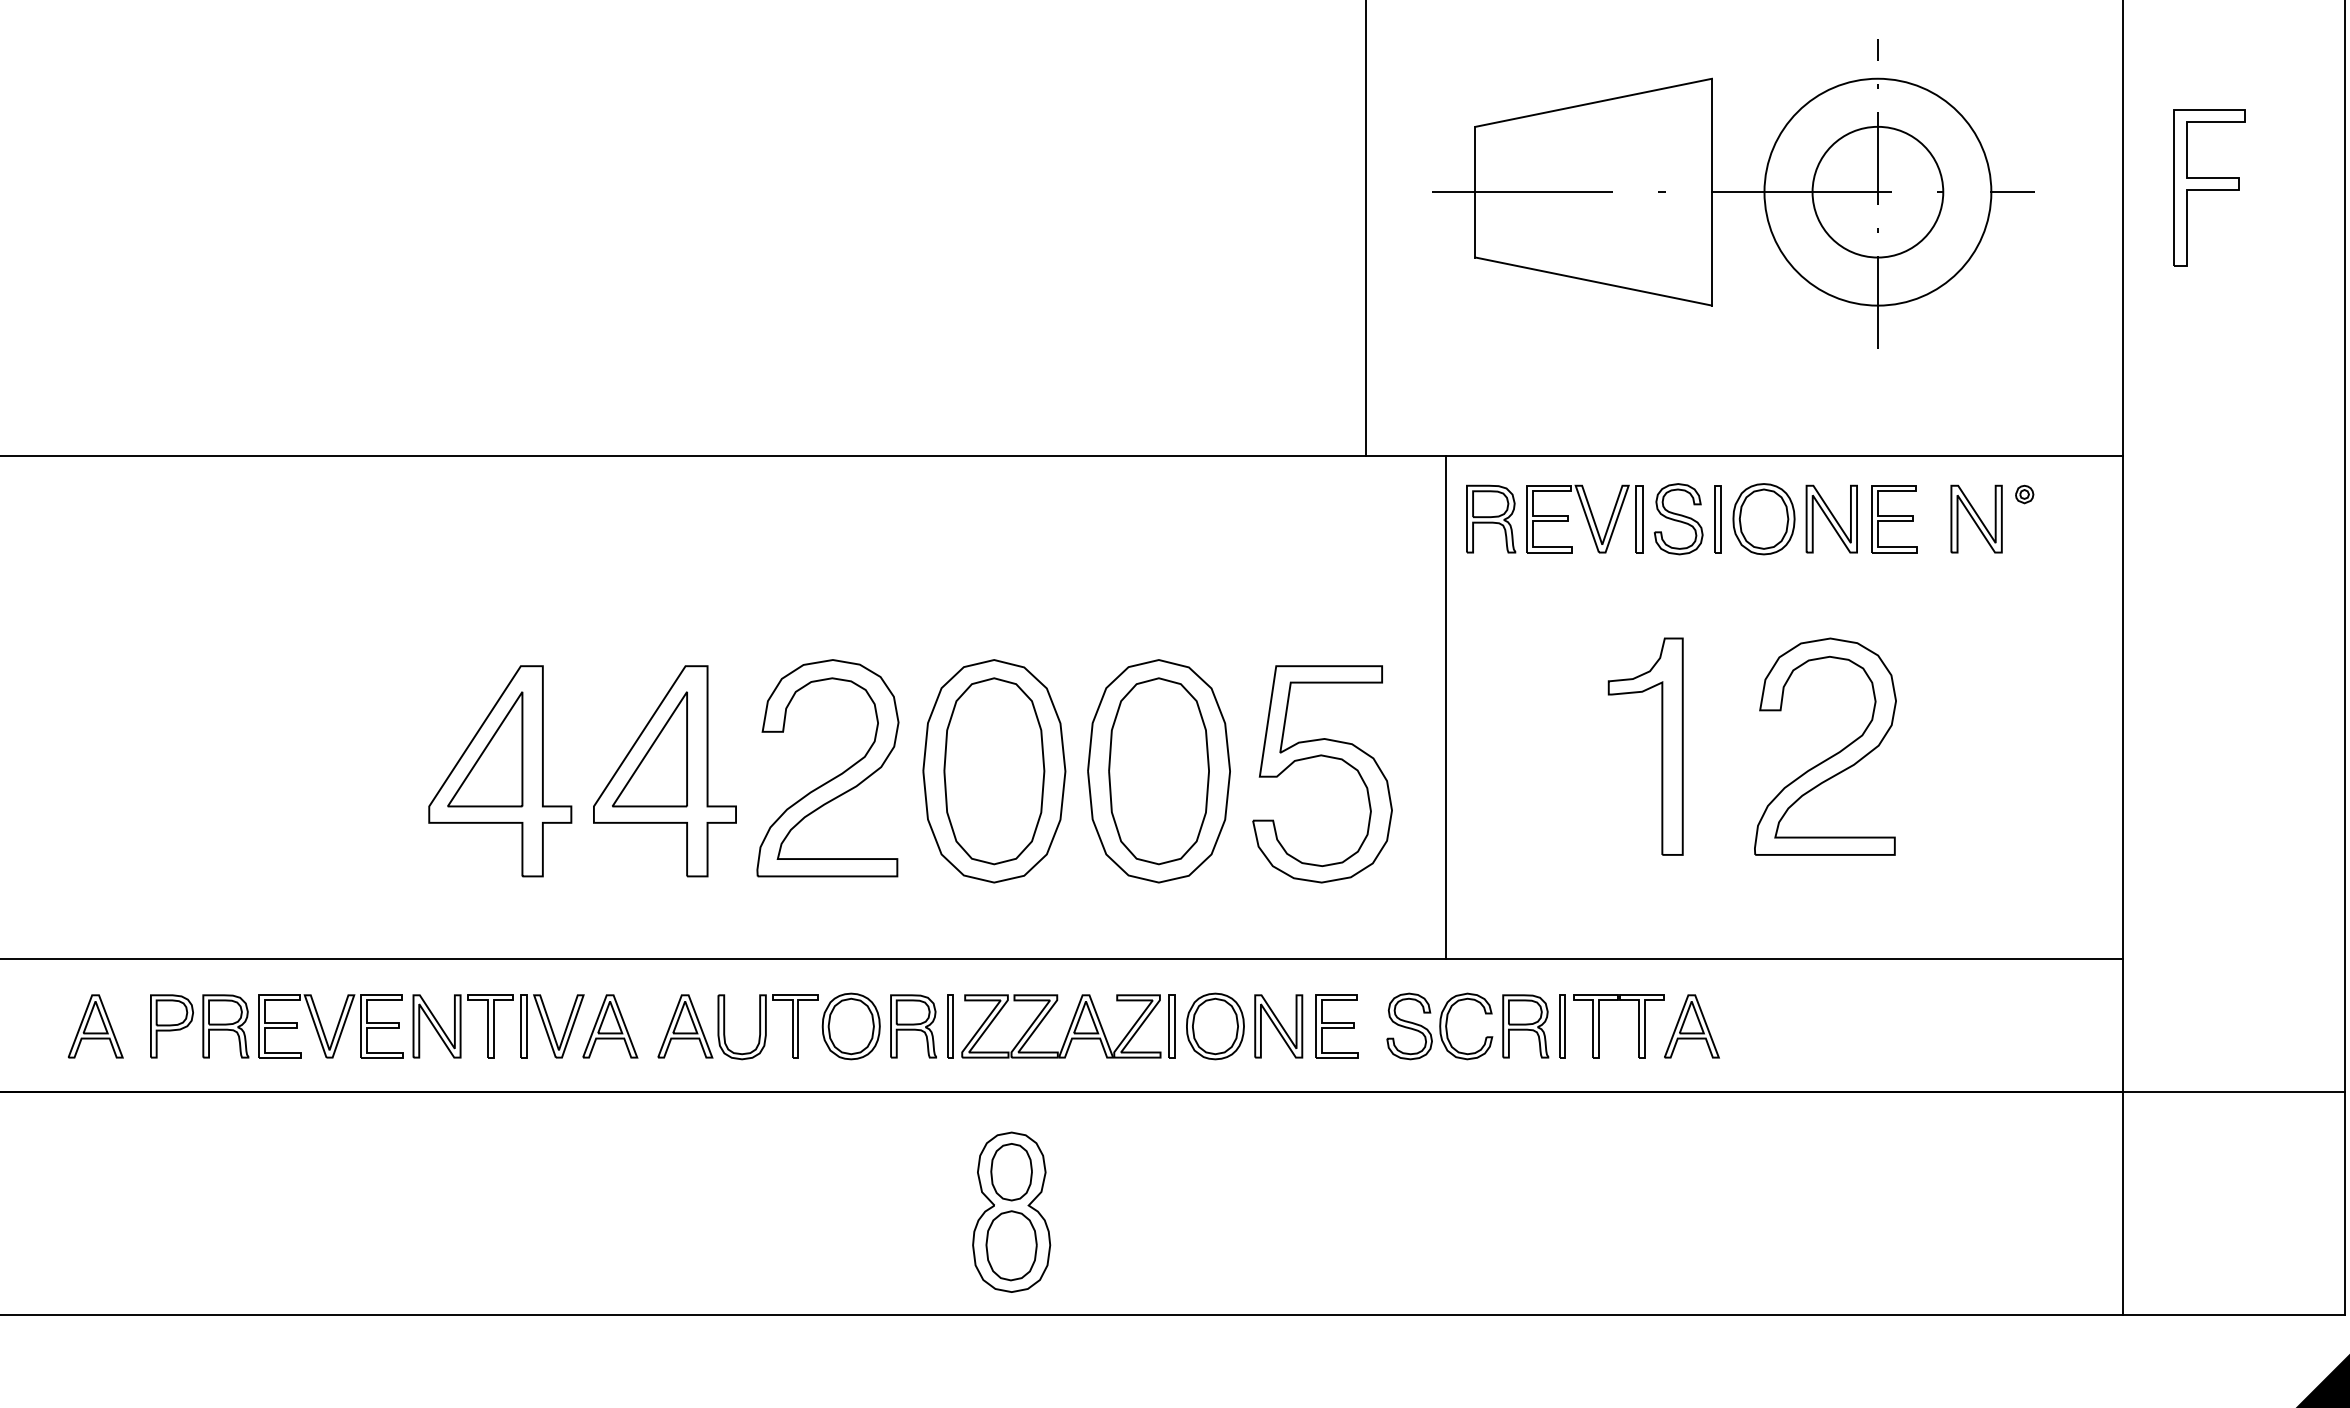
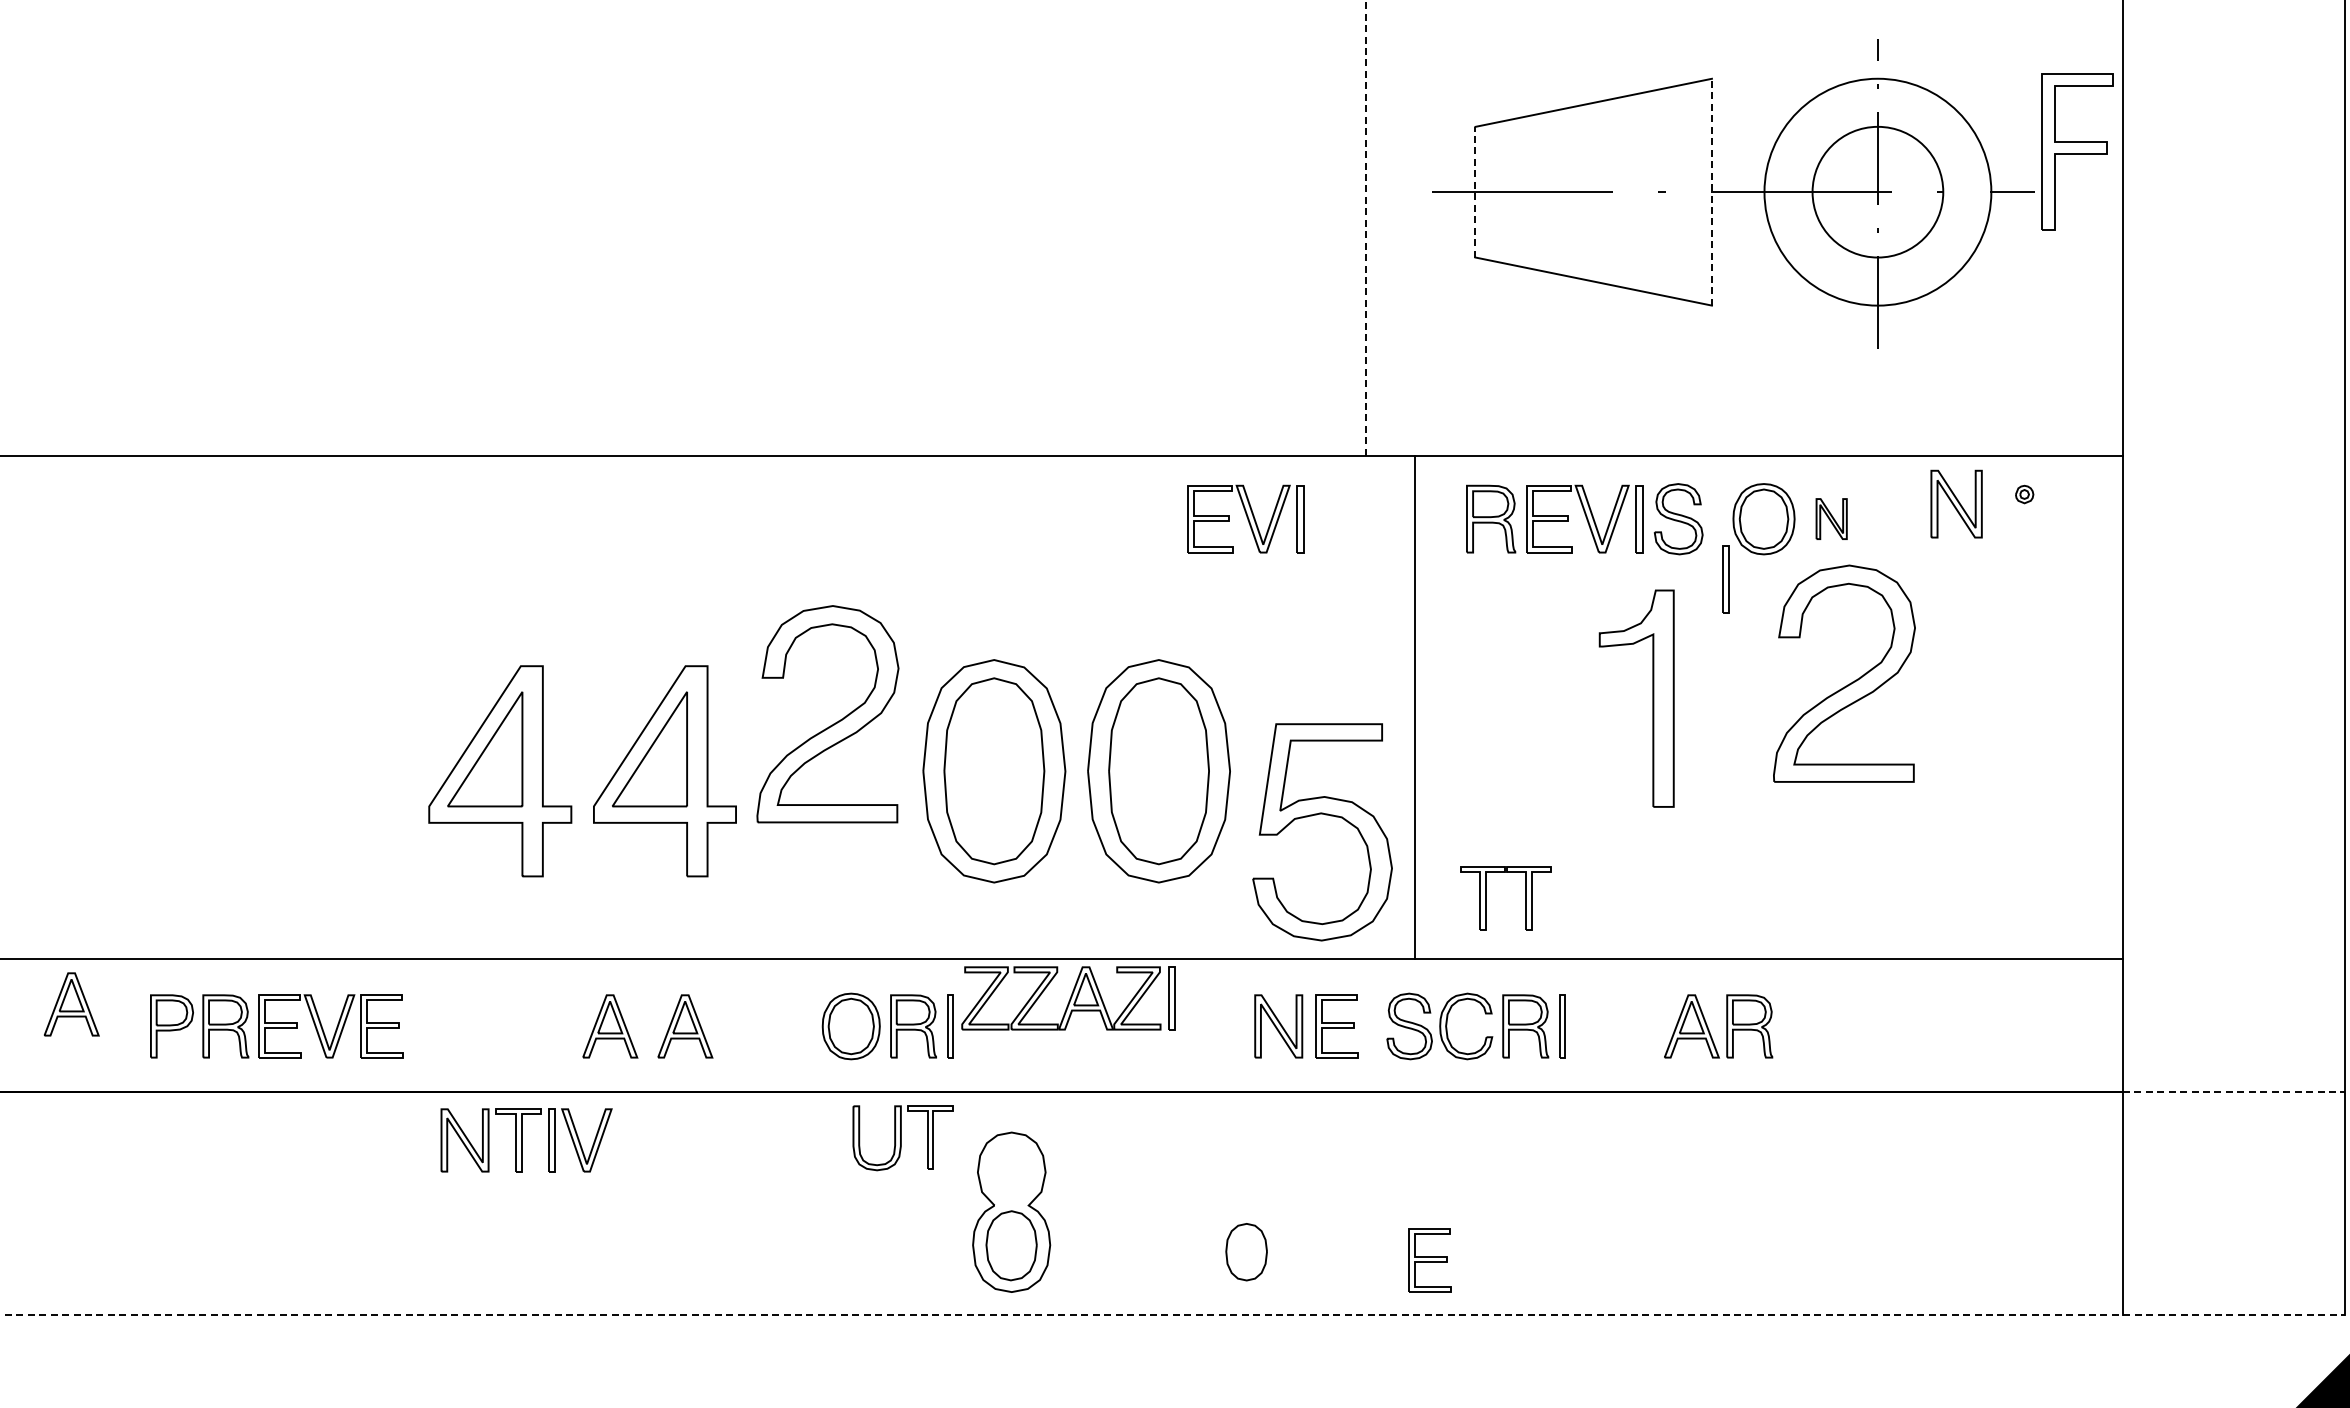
part at (2209, 187) position: (2209, 187) -> (2077, 151)
line at (1475, 191): solid -> dashed
line at (1711, 191): solid -> dashed
line at (1366, 227): solid -> dashed
part at (1245, 518): none -> present
part at (1831, 518) size: 53x70 px -> 33x42 px
part at (1976, 518) position: (1976, 518) -> (1956, 503)
part at (1717, 519) position: (1717, 519) -> (1725, 579)
part at (1894, 519): present -> none
line at (1446, 706) position: (1446, 706) -> (1415, 706)
part at (1661, 746) position: (1661, 746) -> (1652, 698)
part at (1830, 756) position: (1830, 756) -> (1849, 683)
part at (1325, 757) position: (1325, 757) -> (1325, 815)
part at (831, 778) position: (831, 778) -> (831, 724)
part at (95, 1026) position: (95, 1026) -> (71, 1004)
part at (498, 1026) position: (498, 1026) -> (526, 1140)
part at (1068, 1026) position: (1068, 1026) -> (1068, 998)
part at (1215, 1026): present -> none
part at (1599, 1026) position: (1599, 1026) -> (1486, 898)
part at (1749, 1026): none -> present
part at (767, 1027) position: (767, 1027) -> (902, 1138)
line at (2234, 1092): solid -> dashed
part at (1011, 1172) position: (1011, 1172) -> (1246, 1252)
part at (1429, 1260): none -> present
line at (1173, 1315): solid -> dashed
